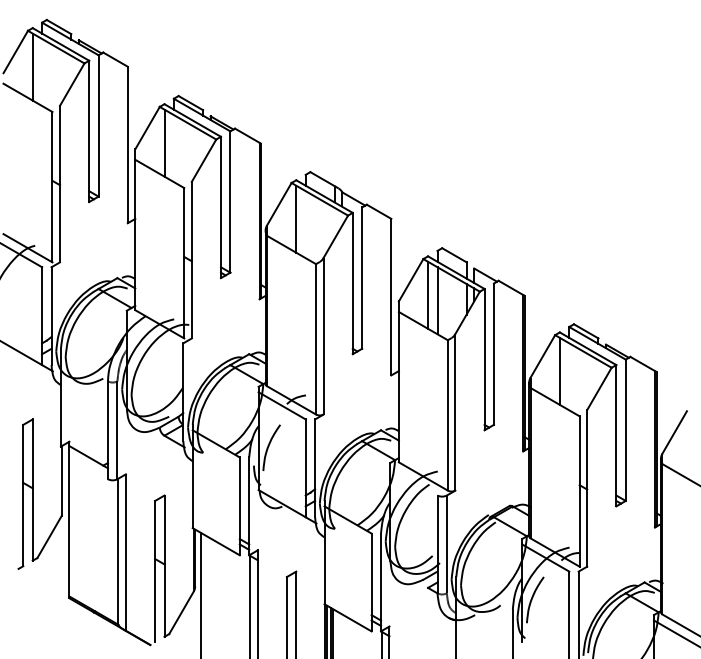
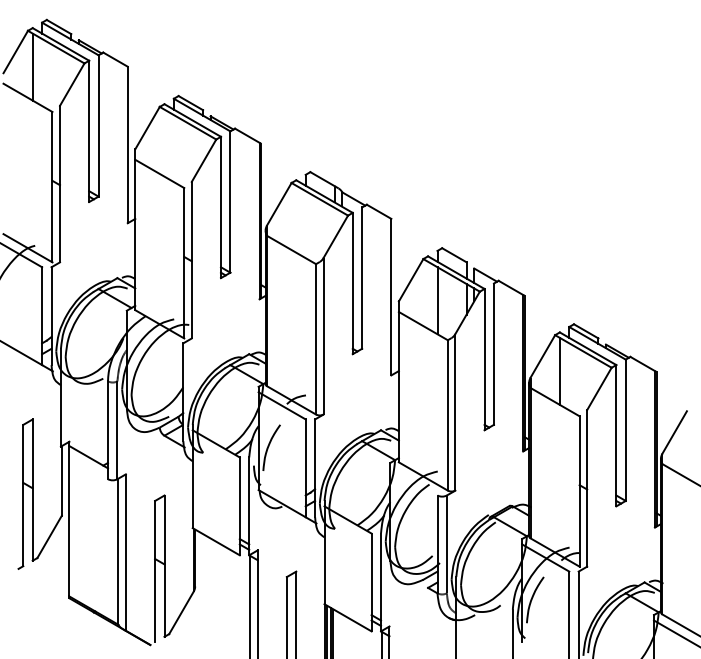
line at (164, 142): present -> none
line at (296, 218): present -> none
line at (428, 294): present -> none
line at (201, 594): present -> none
